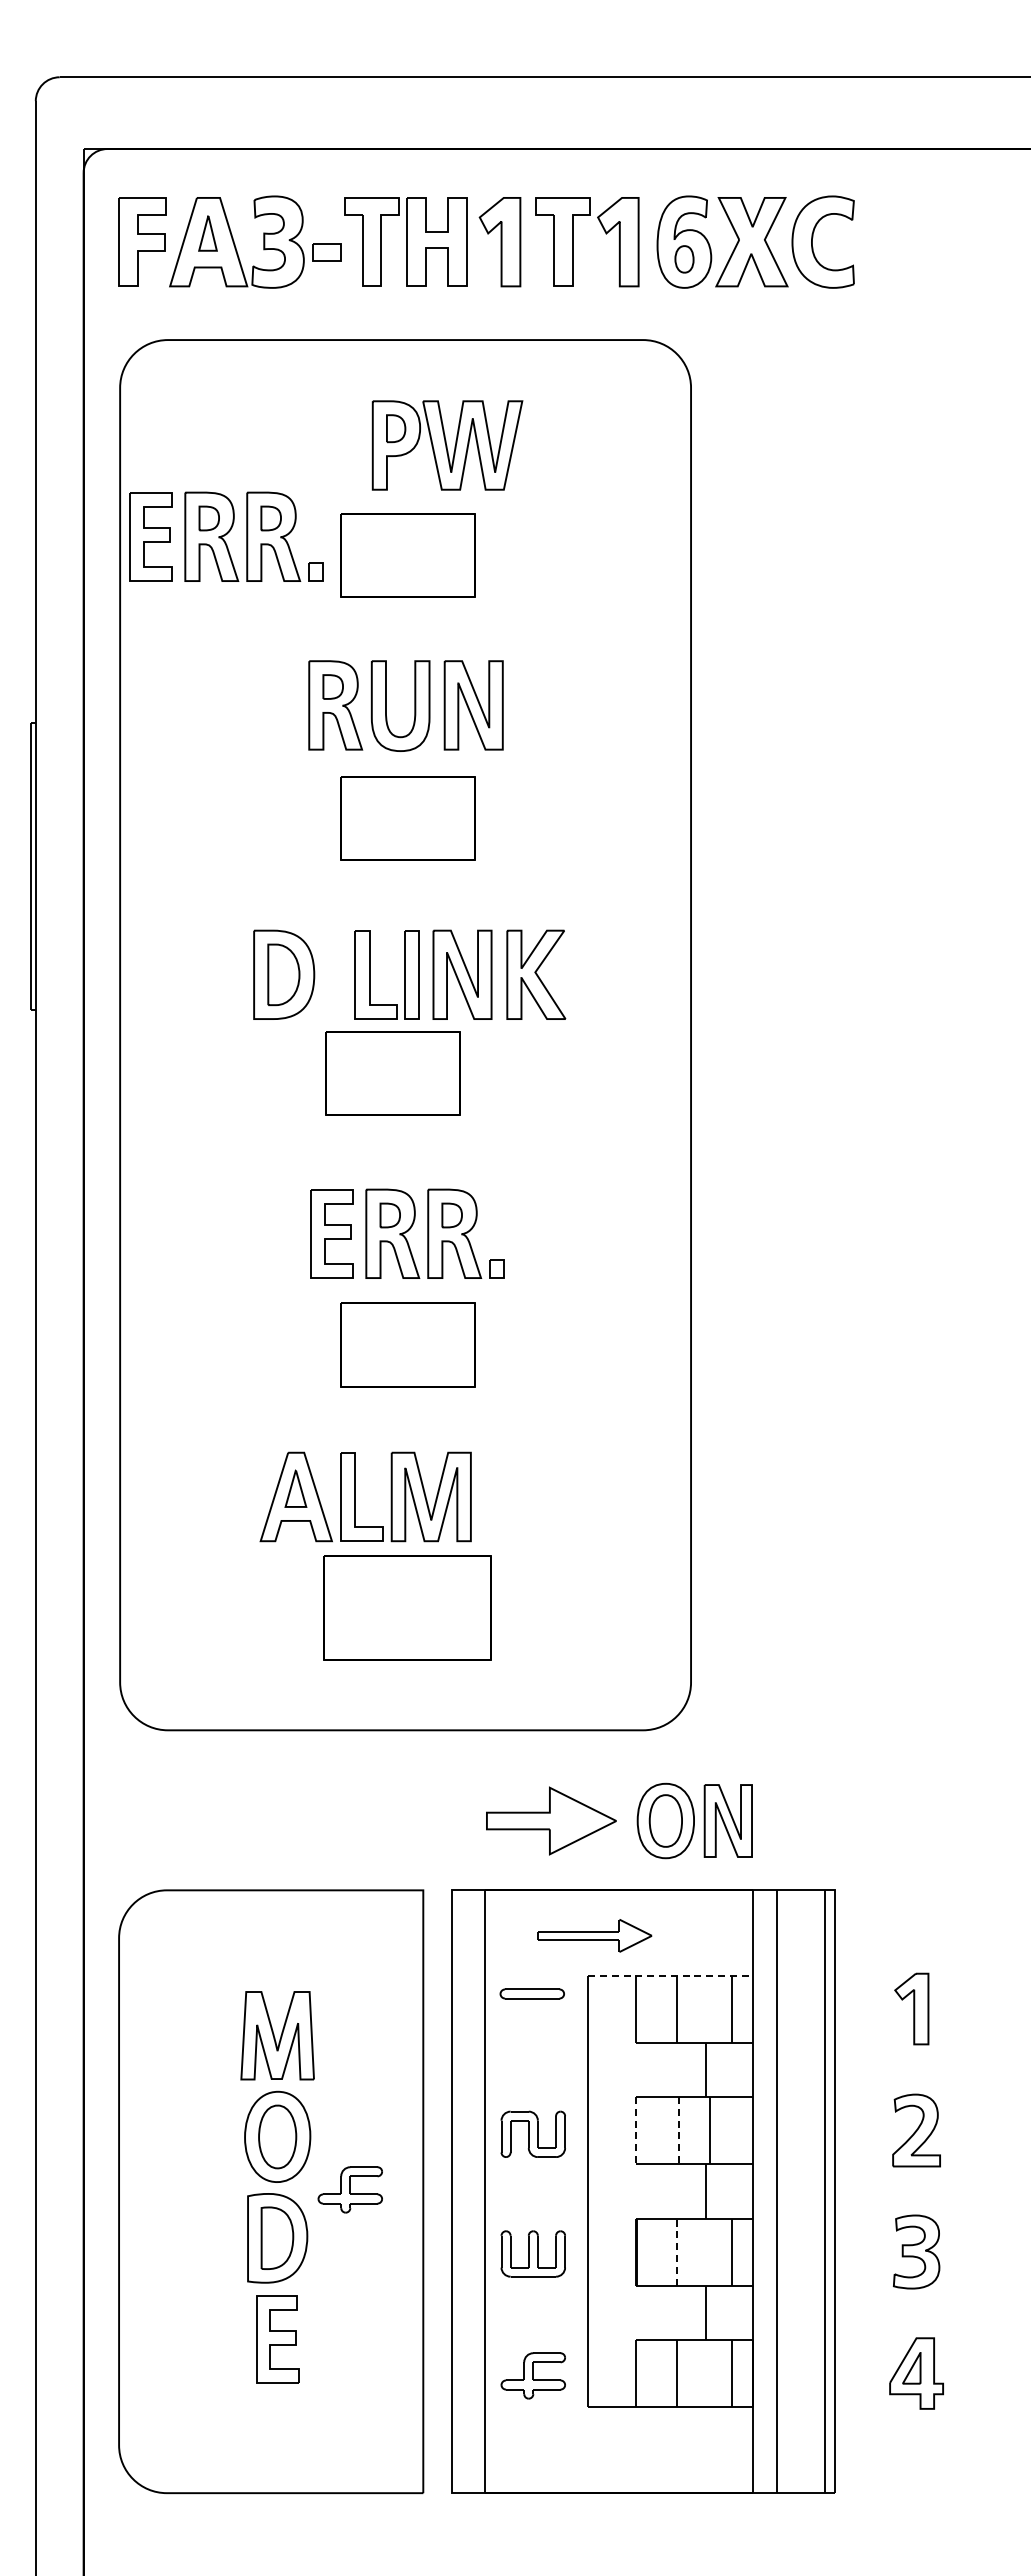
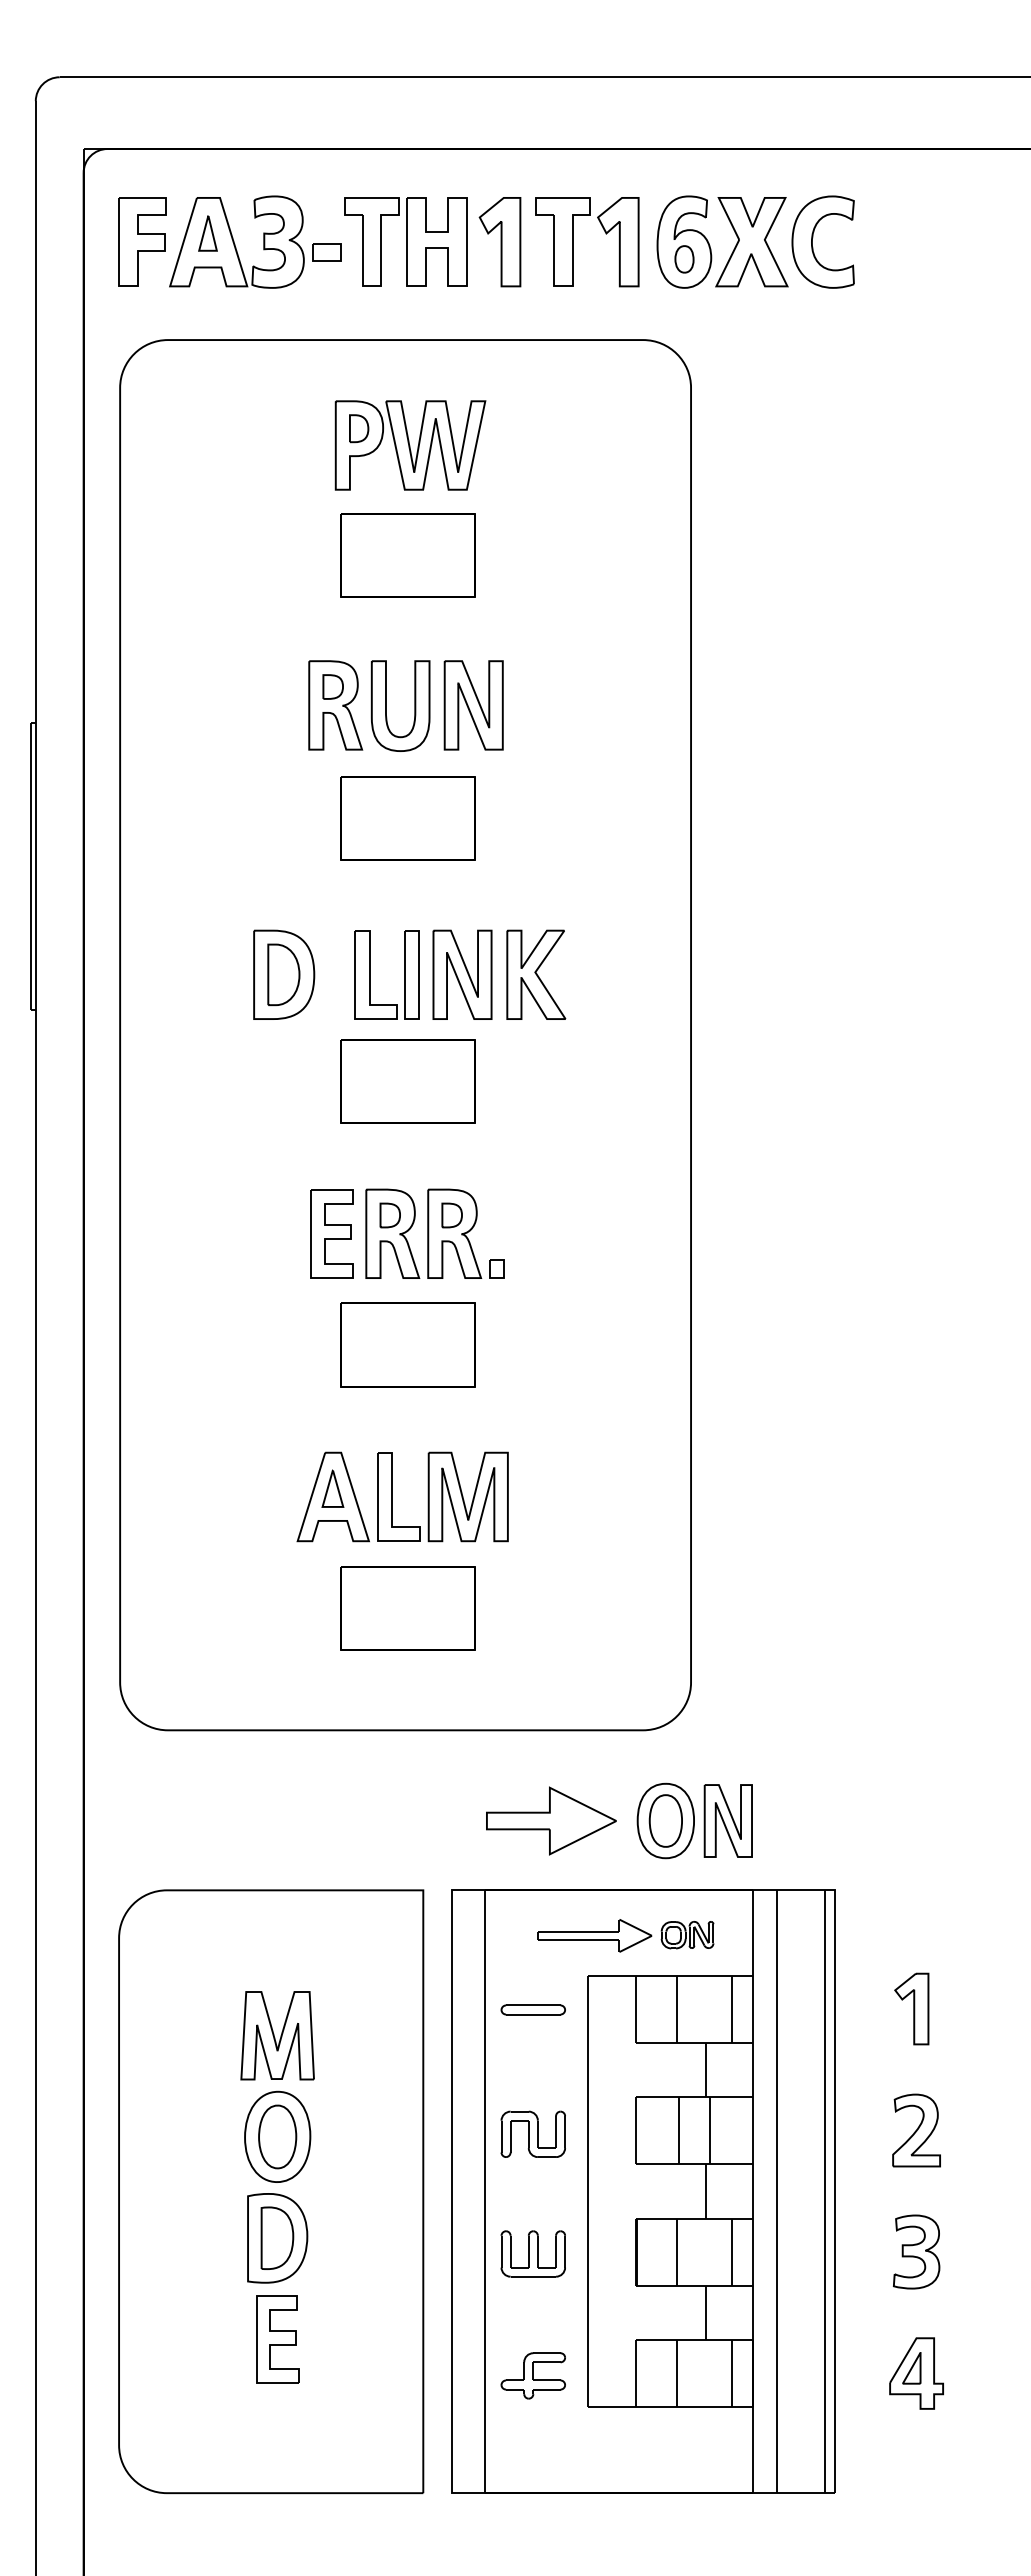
part at (447, 445) position: (447, 445) -> (410, 445)
part at (226, 536): present -> none
part at (392, 1073) position: (392, 1073) -> (407, 1081)
part at (355, 1496) position: (355, 1496) -> (392, 1496)
part at (407, 1607) size: 169x106 px -> 136x85 px
part at (687, 1935): none -> present
line at (670, 1975): dashed -> solid
part at (531, 1993) position: (531, 1993) -> (532, 2009)
line at (636, 2131): dashed -> solid
line at (679, 2131): dashed -> solid
part at (349, 2189): present -> none
line at (676, 2251): dashed -> solid
